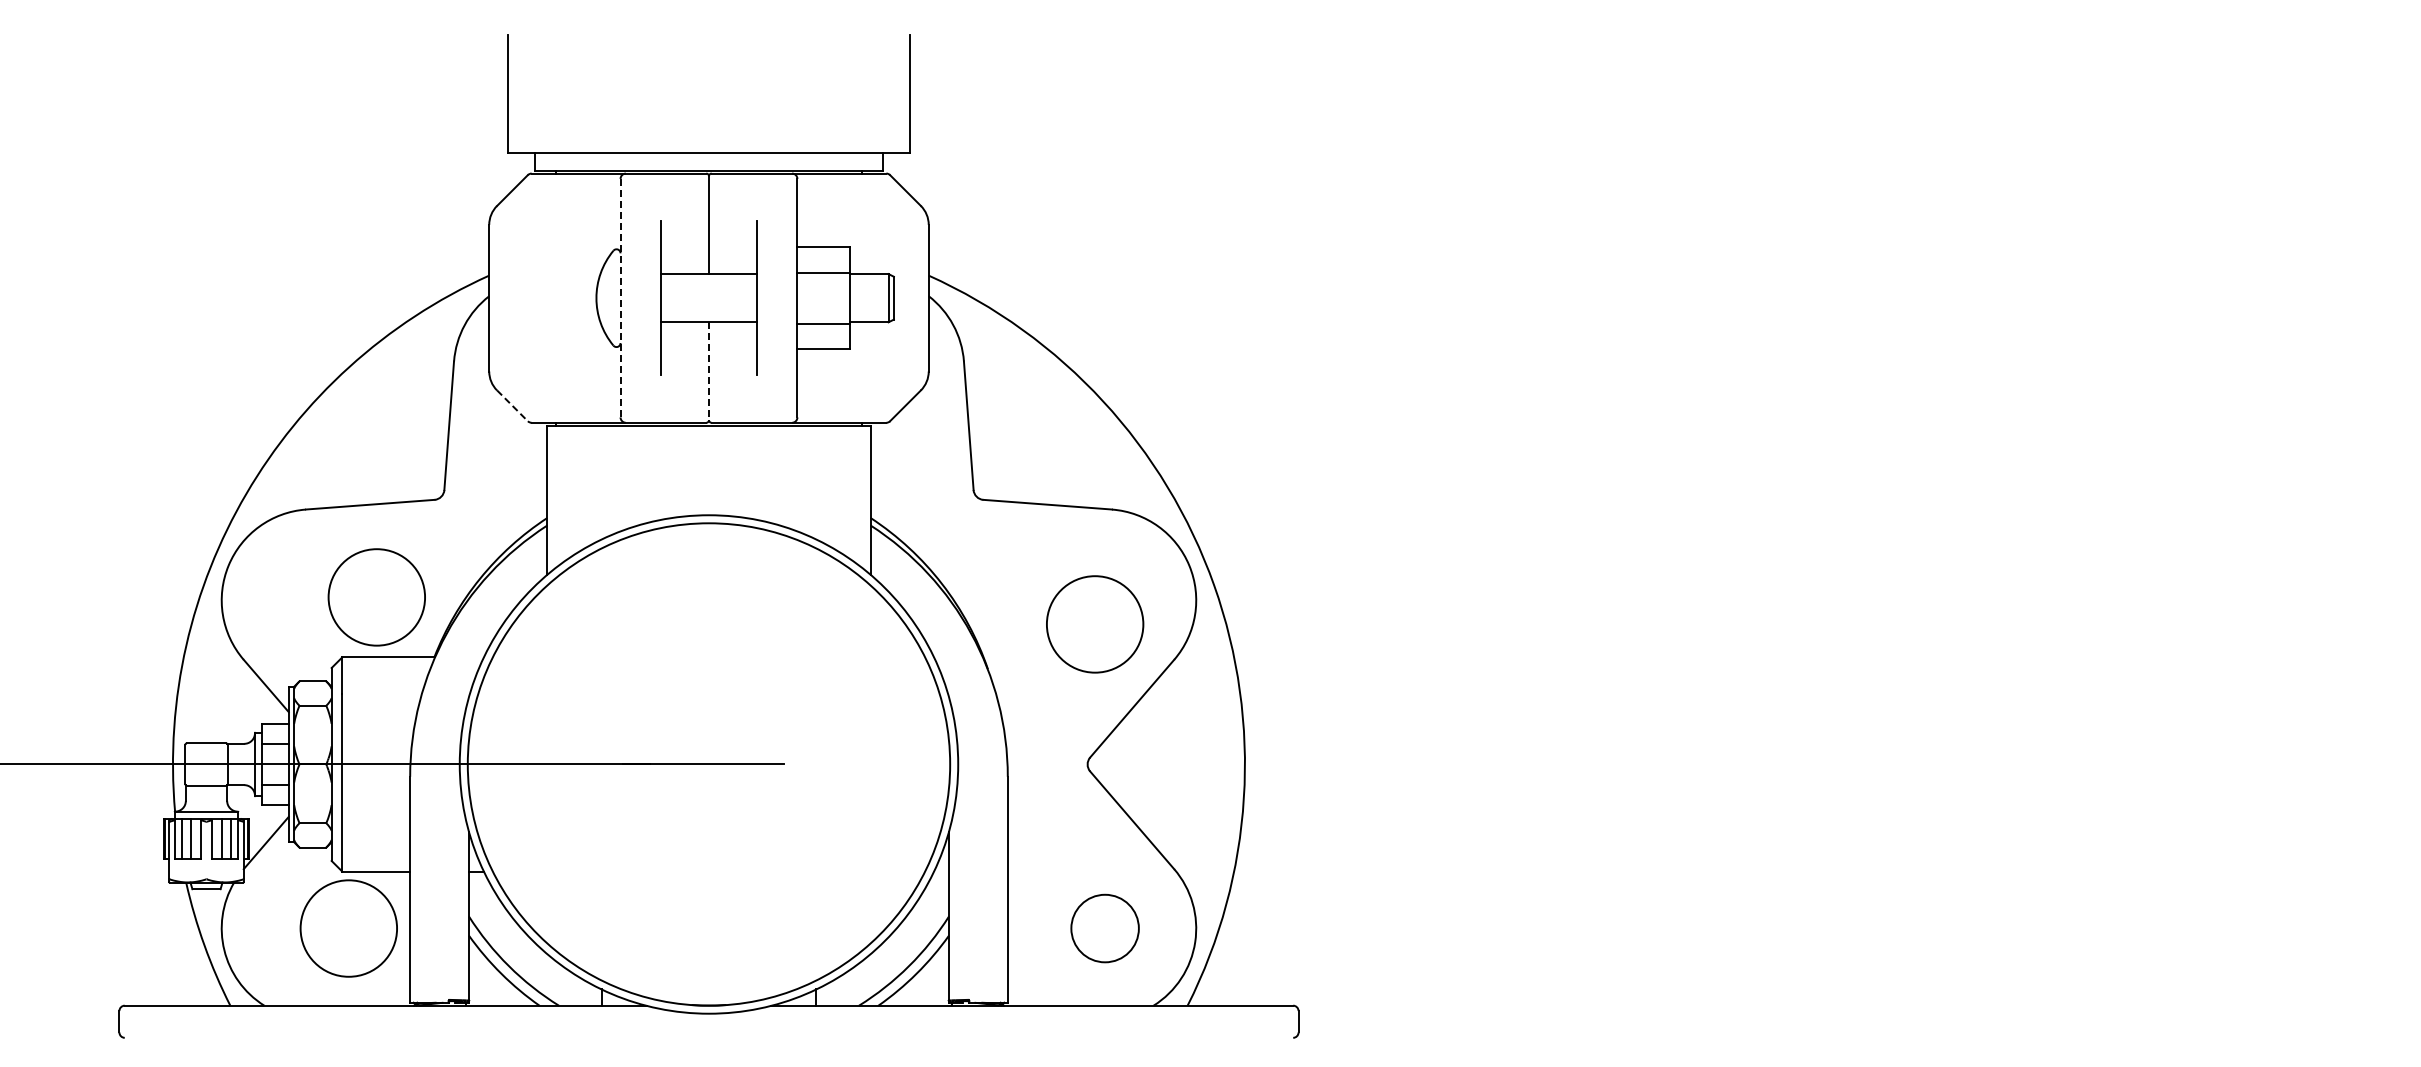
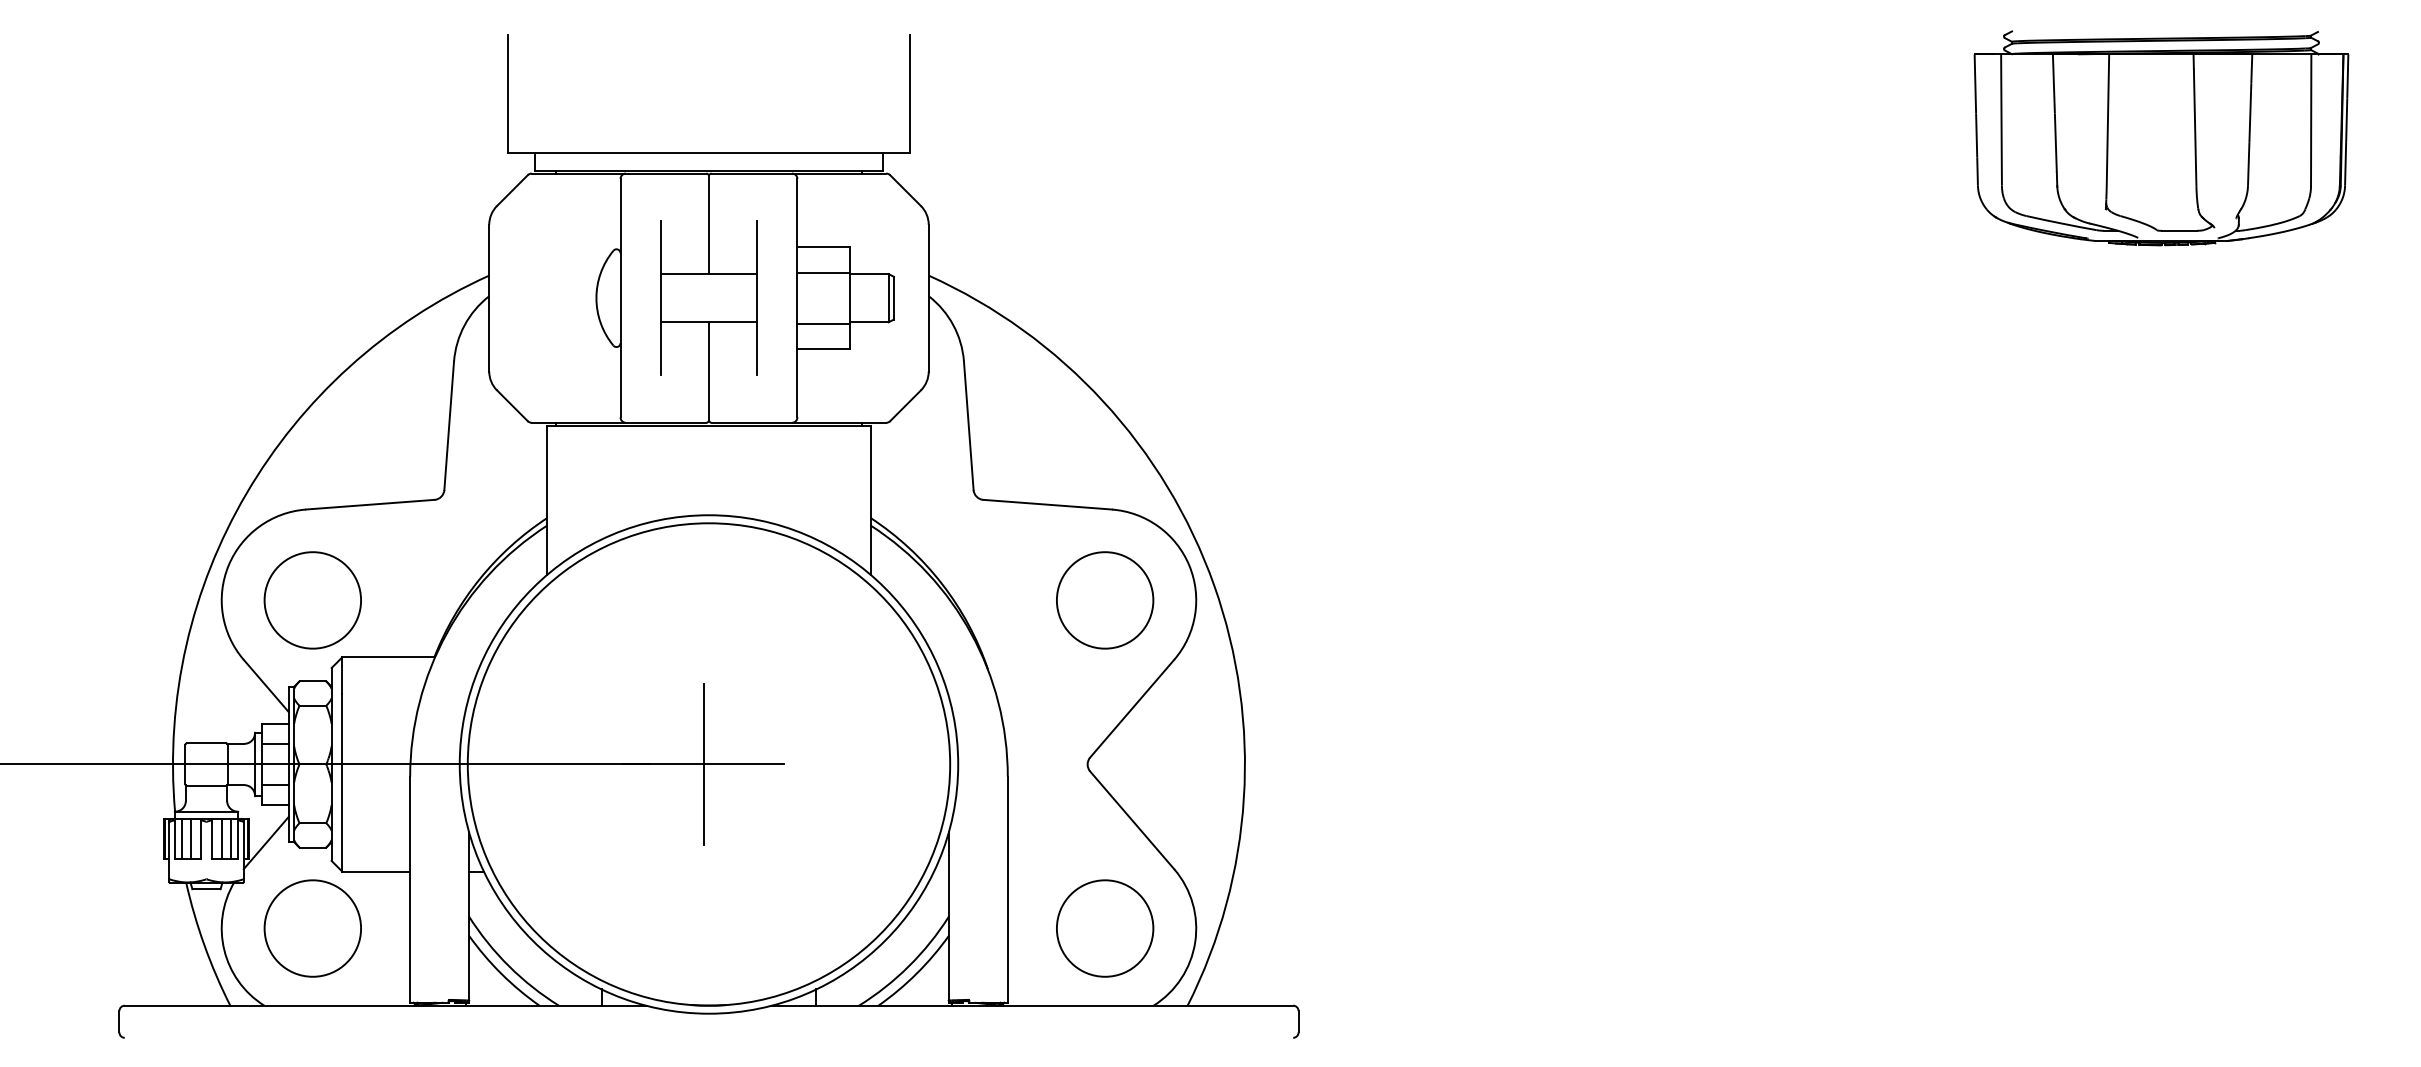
part at (2161, 138): none -> present
line at (620, 297): dashed -> solid
line at (708, 371): dashed -> solid
line at (512, 405): dashed -> solid
circle at (376, 597) position: (376, 597) -> (312, 600)
circle at (1095, 624) position: (1095, 624) -> (1105, 600)
line at (703, 764): none -> present
circle at (348, 928) position: (348, 928) -> (312, 928)
circle at (1104, 928) diameter: 68 px -> 96 px
